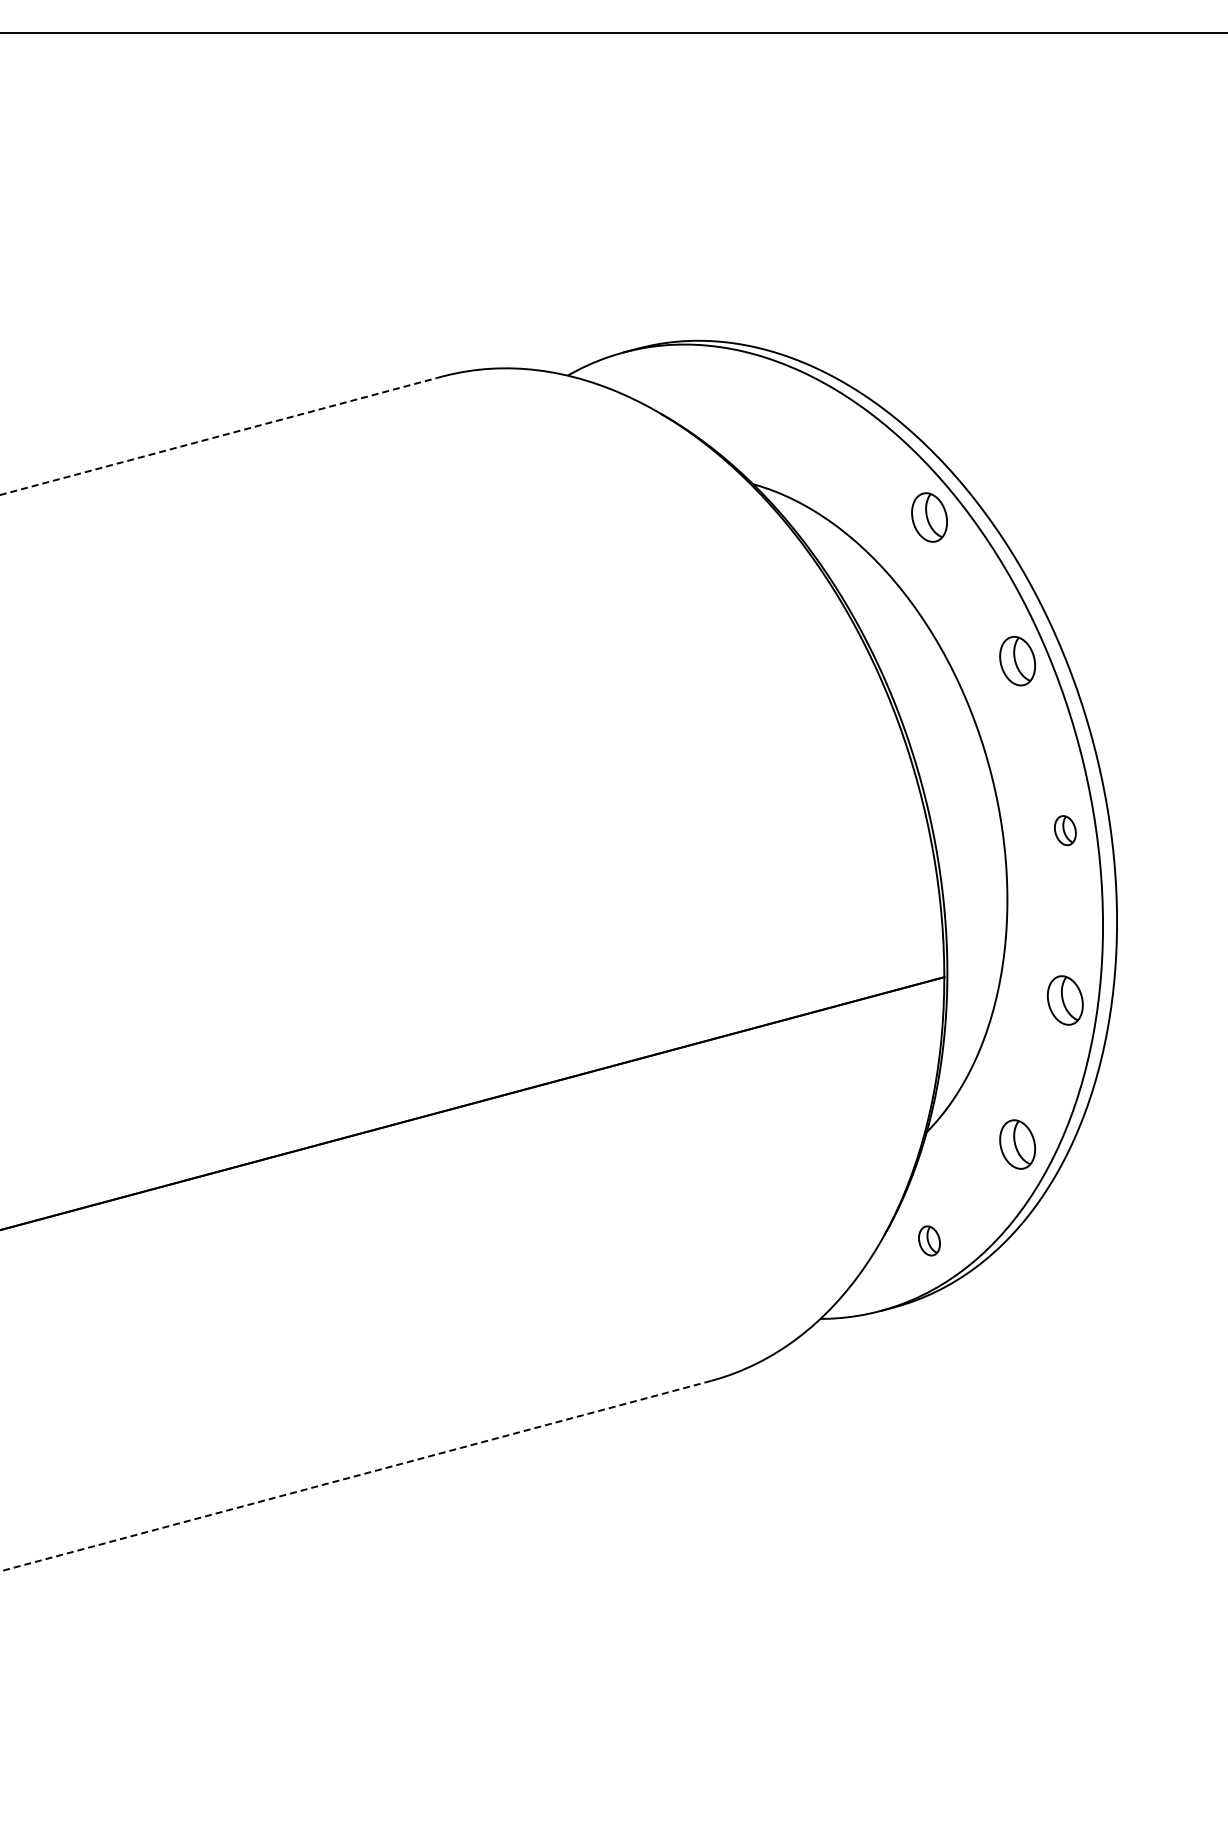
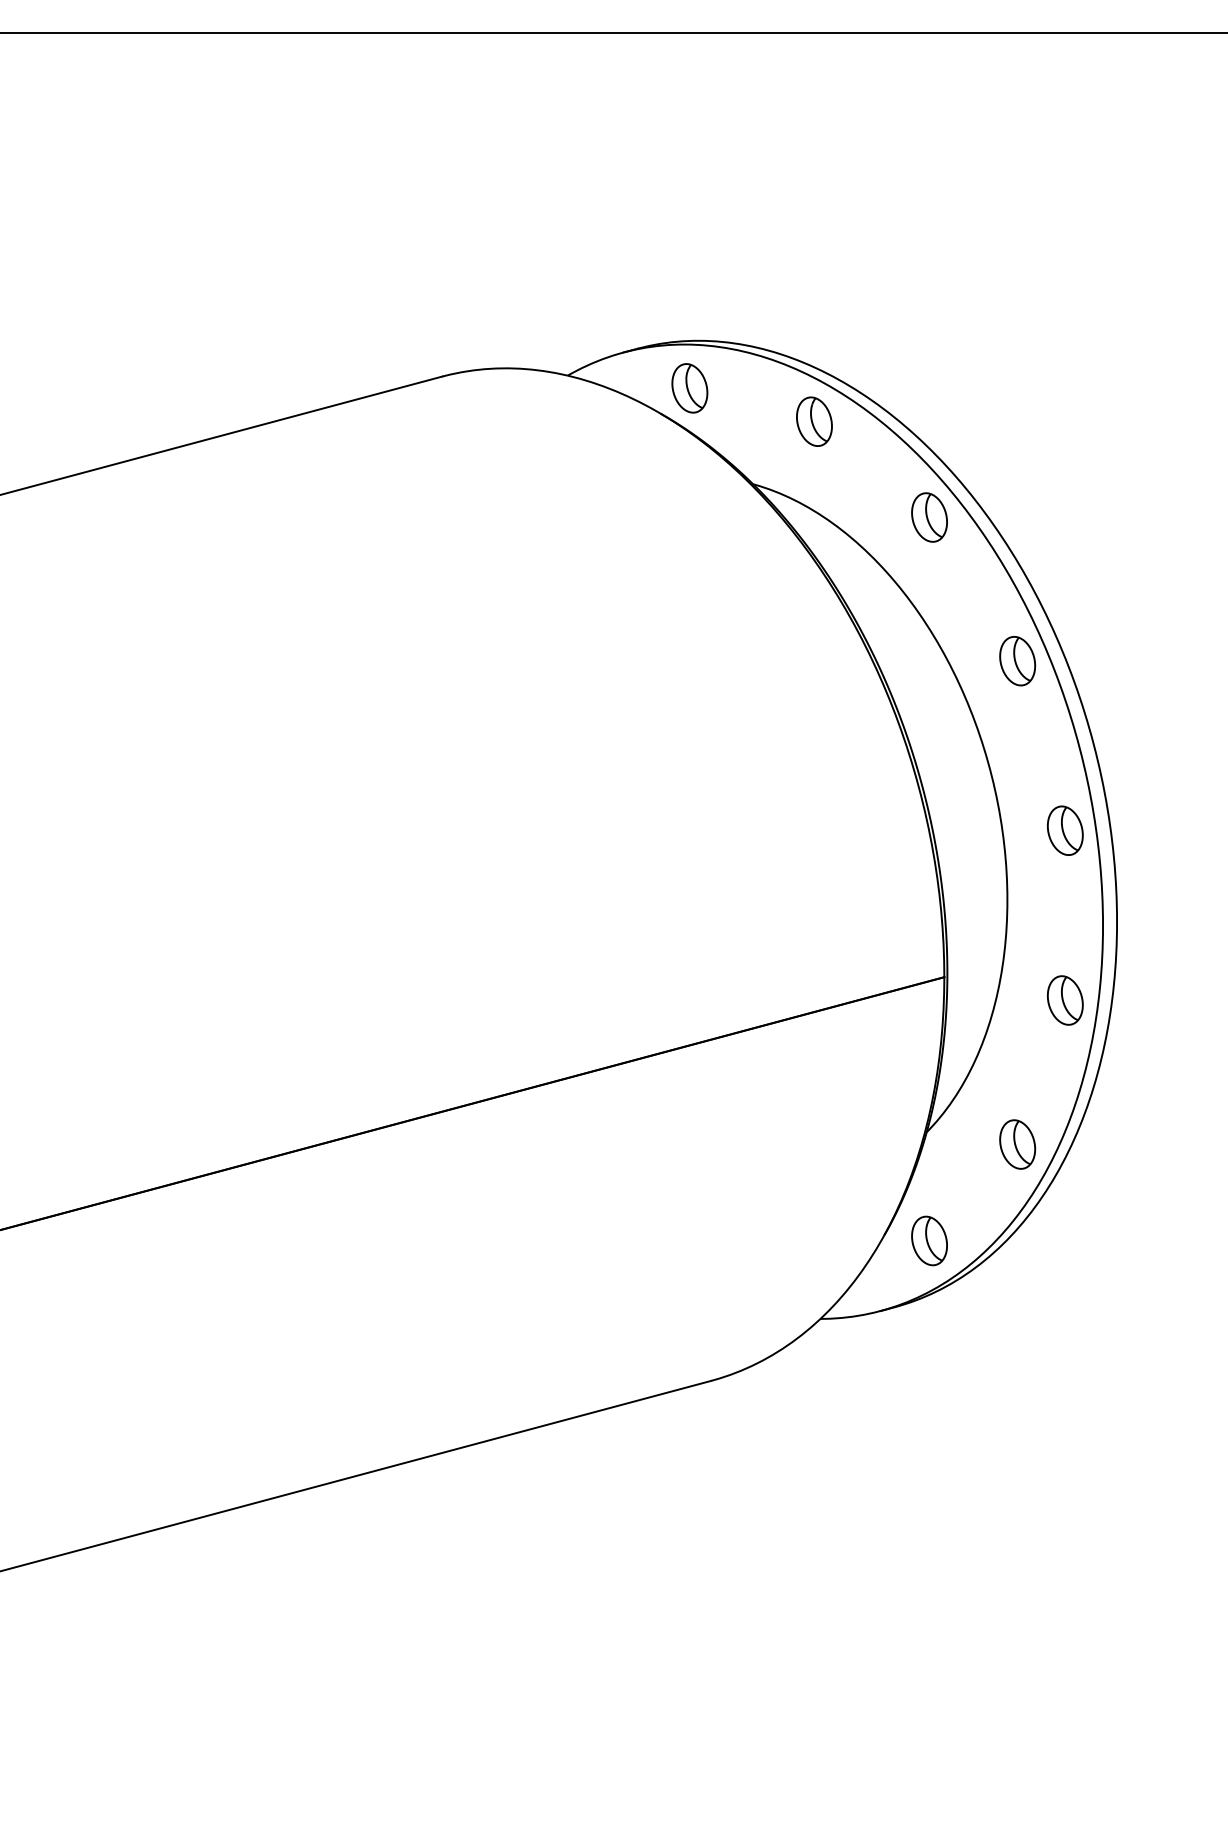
part at (689, 388): none -> present
part at (814, 421): none -> present
line at (221, 435): dashed -> solid
part at (1065, 830) size: 23x32 px -> 37x51 px
part at (929, 1240) size: 23x32 px -> 37x52 px
line at (355, 1476): dashed -> solid
